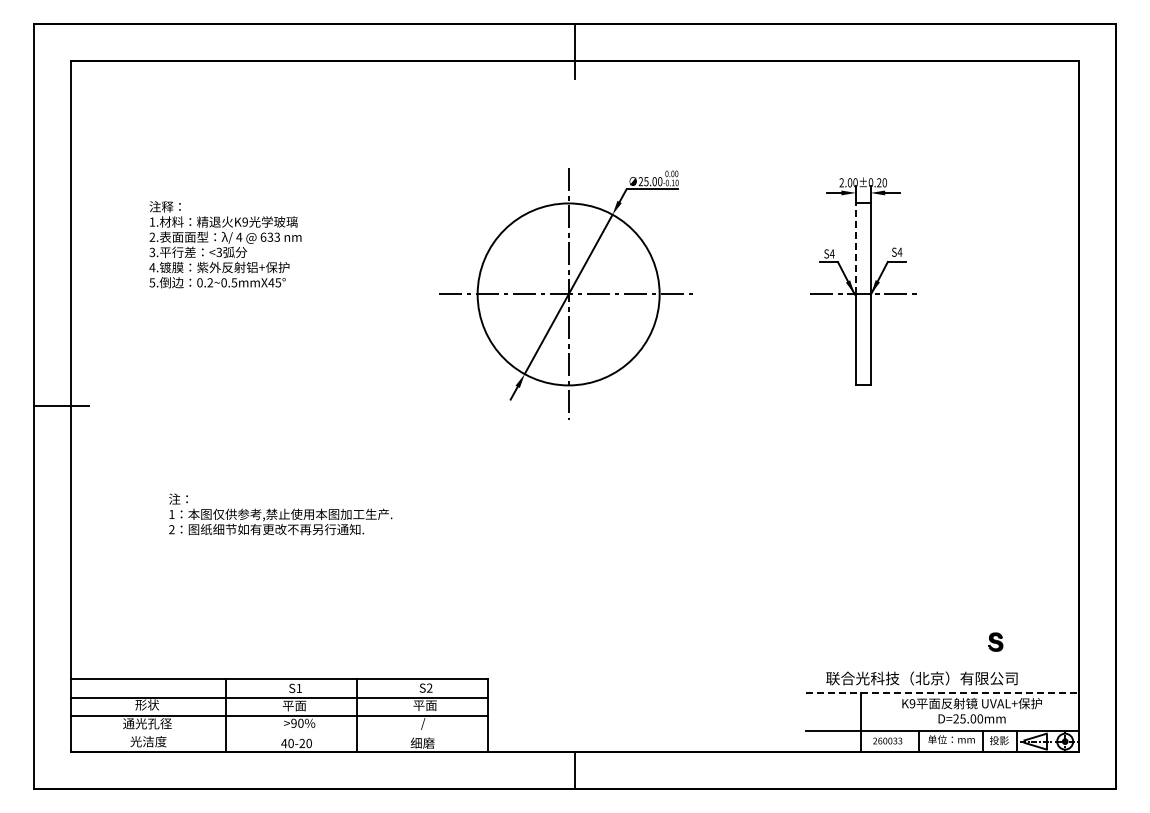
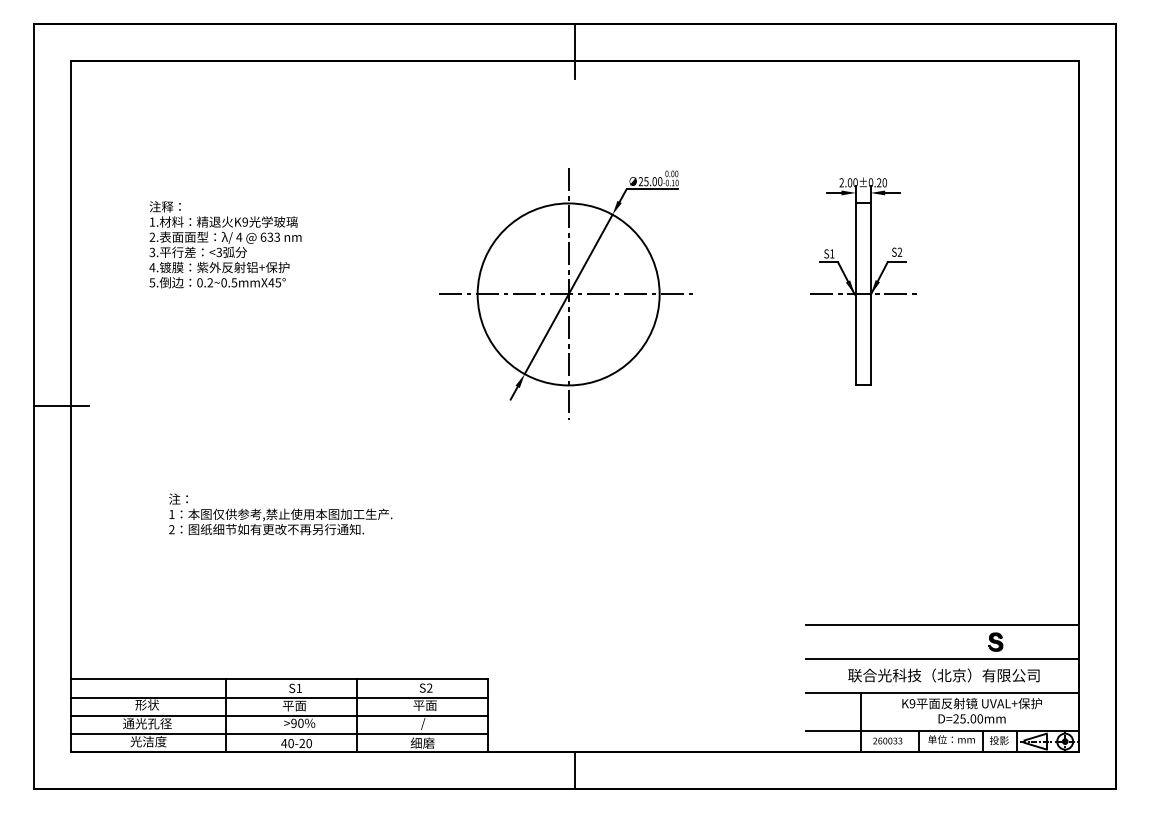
line at (856, 248): dashed -> solid
text at (899, 251): S4 -> S2
text at (831, 253): S4 -> S1
line at (942, 624): none -> present
line at (942, 658): none -> present
text at (921, 678) position: (921, 678) -> (943, 675)
line at (943, 692): dashed -> solid
line at (279, 734): none -> present
